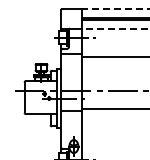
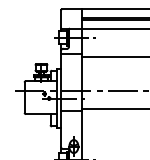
line at (115, 9): dashed -> solid
line at (115, 28): dashed -> solid
